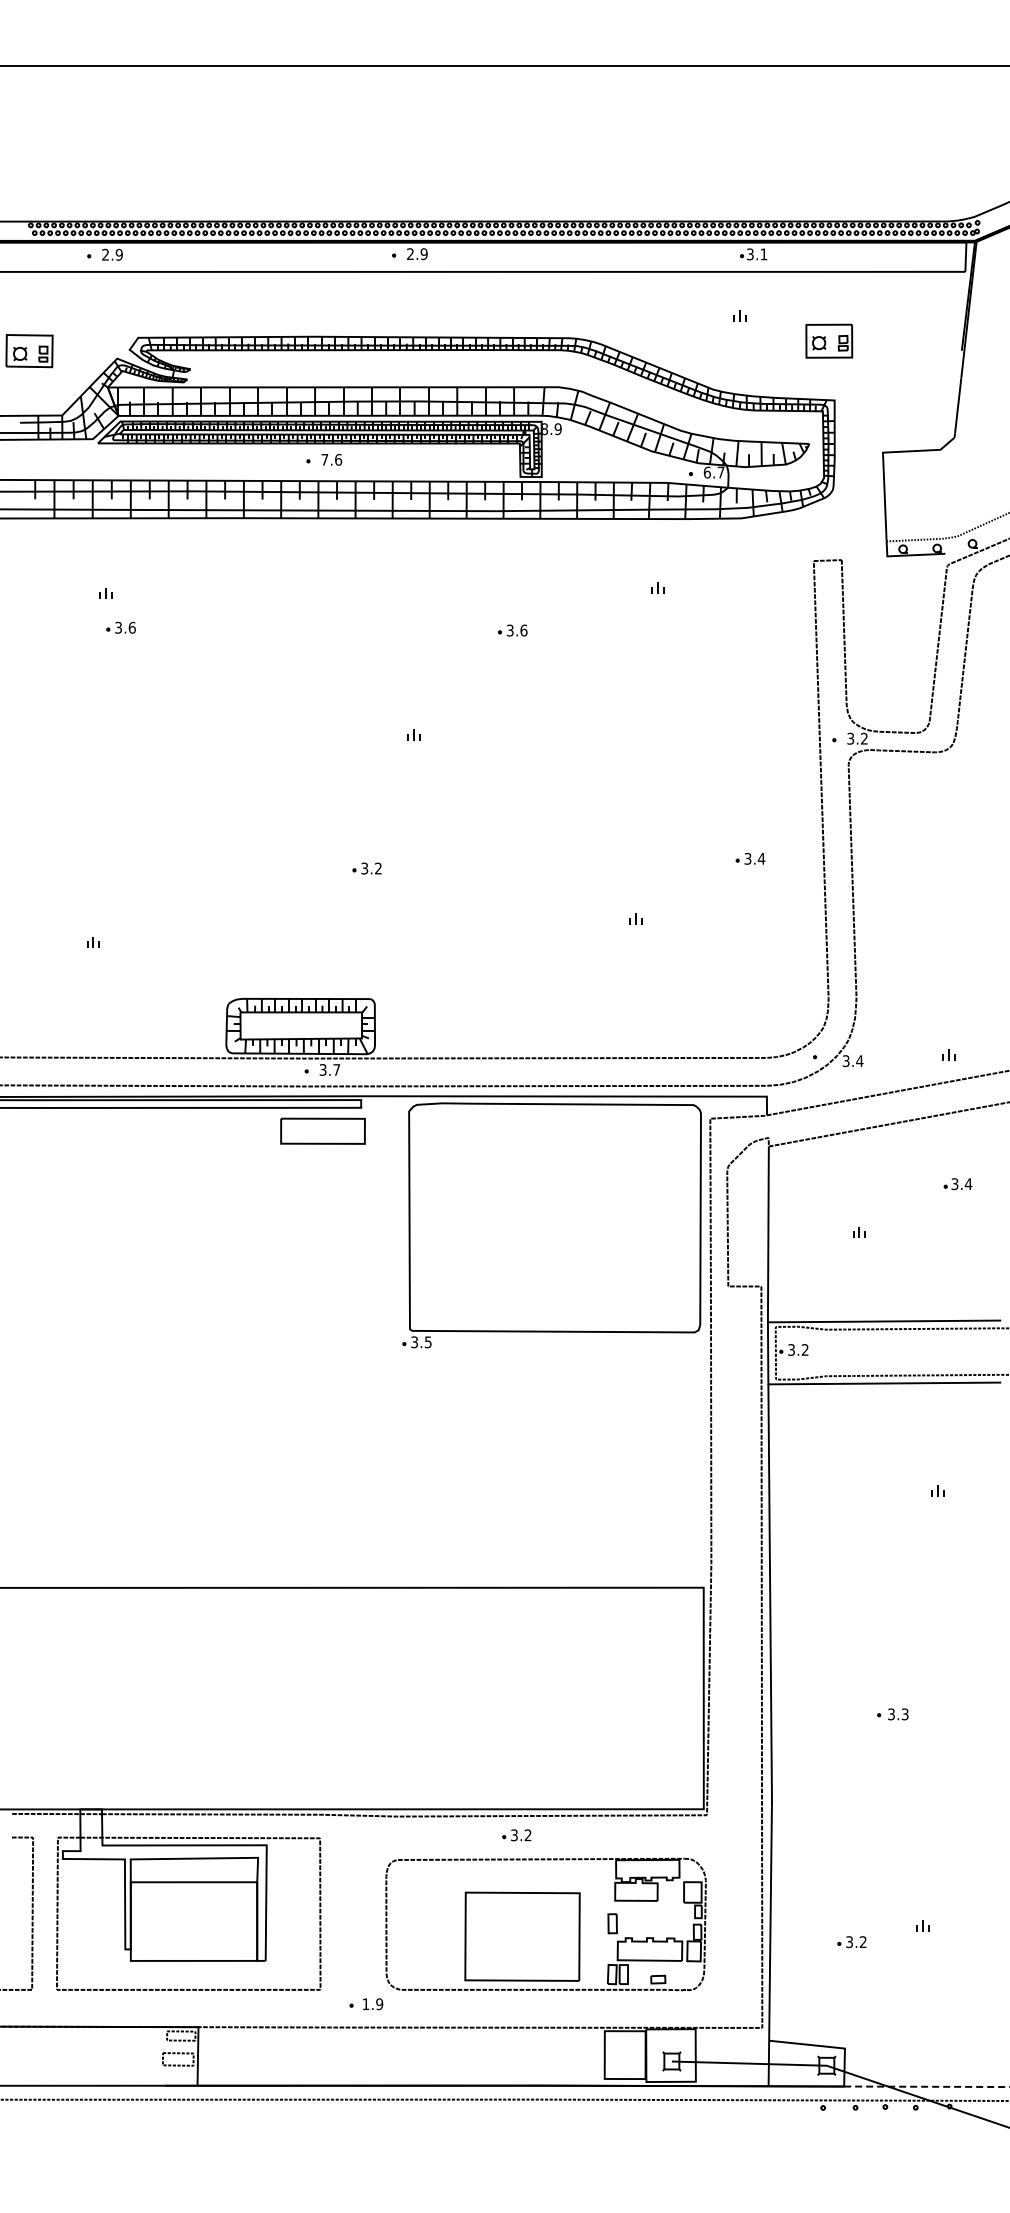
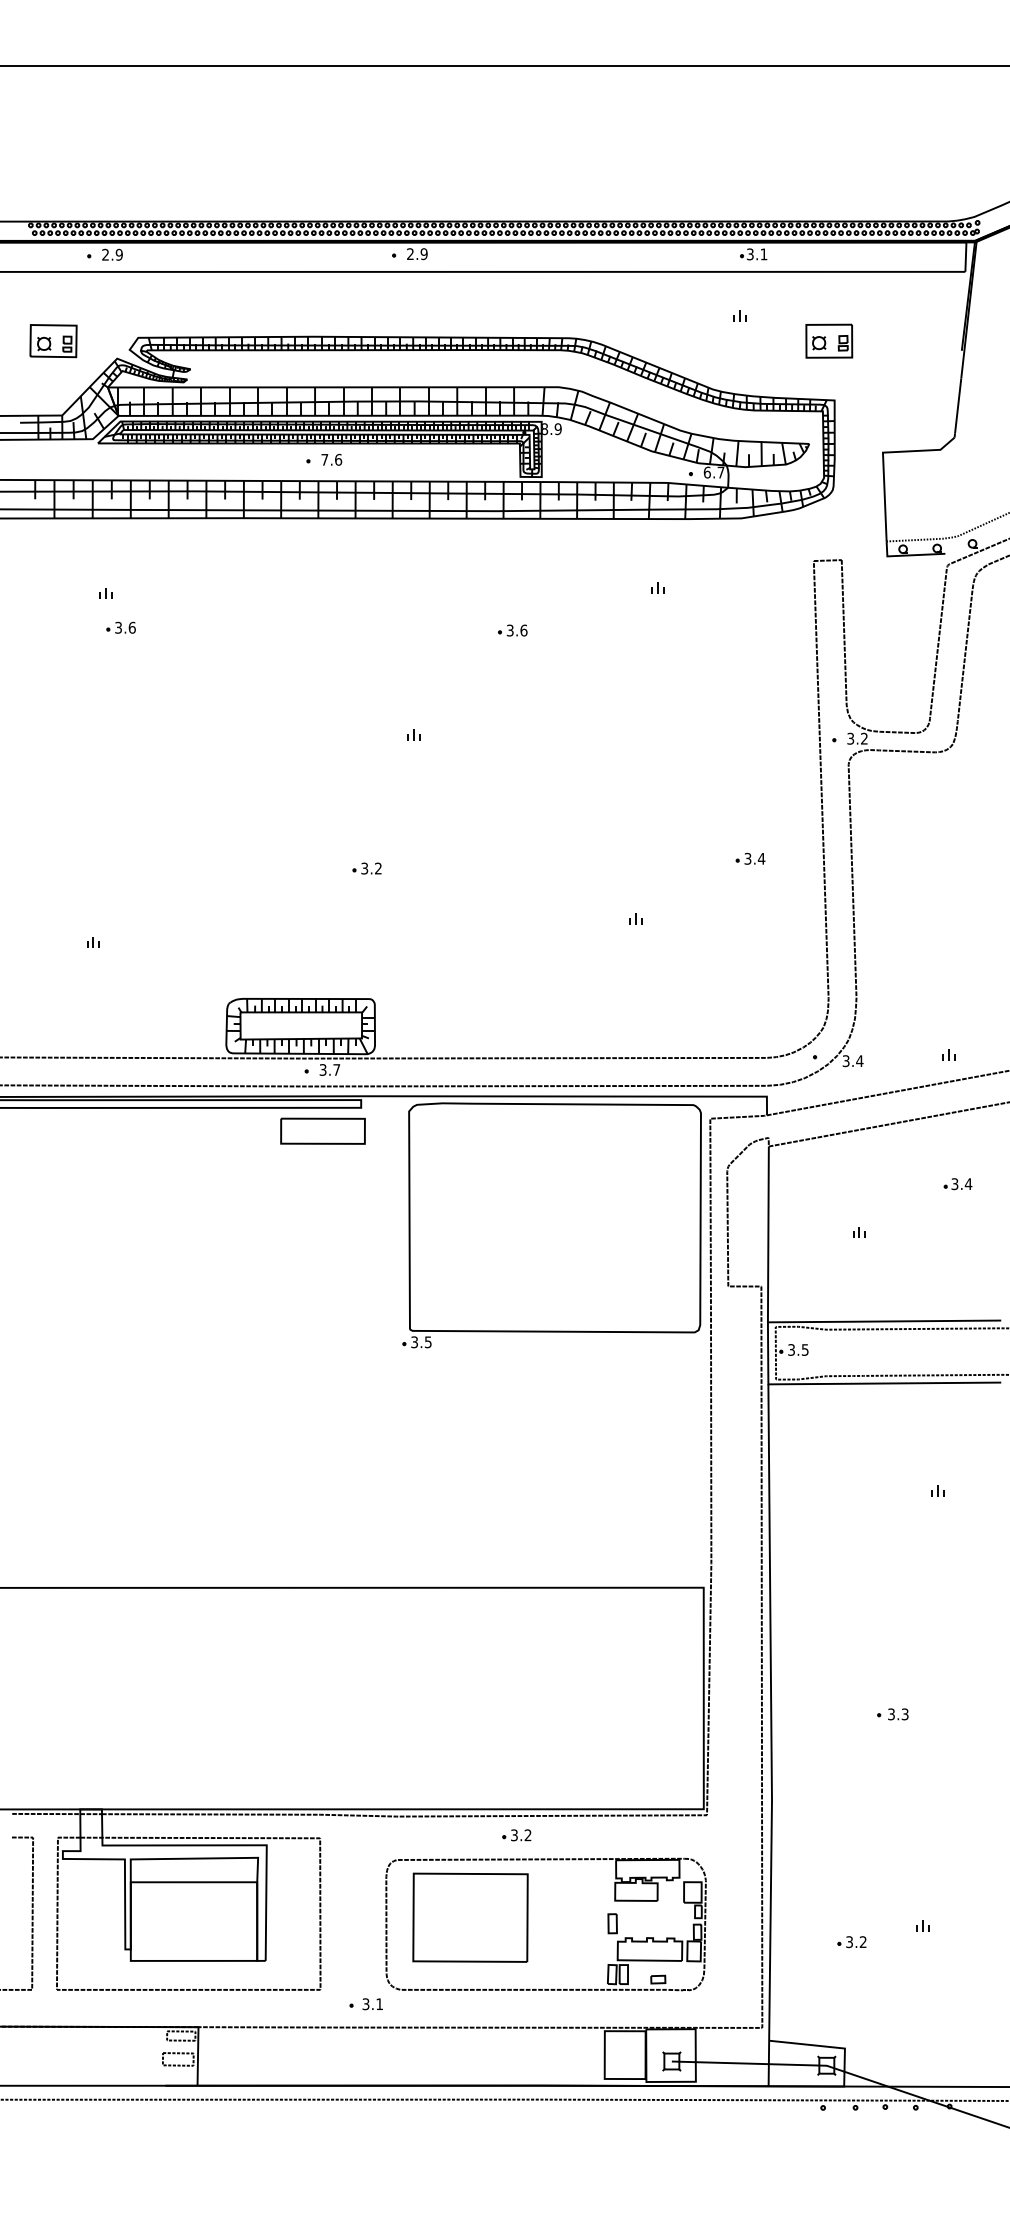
part at (29, 351) position: (29, 351) -> (53, 341)
text at (804, 1349): 3.2 -> 3.5
part at (522, 1936) position: (522, 1936) -> (470, 1917)
text at (372, 2004): 1.9 -> 3.1
line at (927, 2086): dashed -> solid
